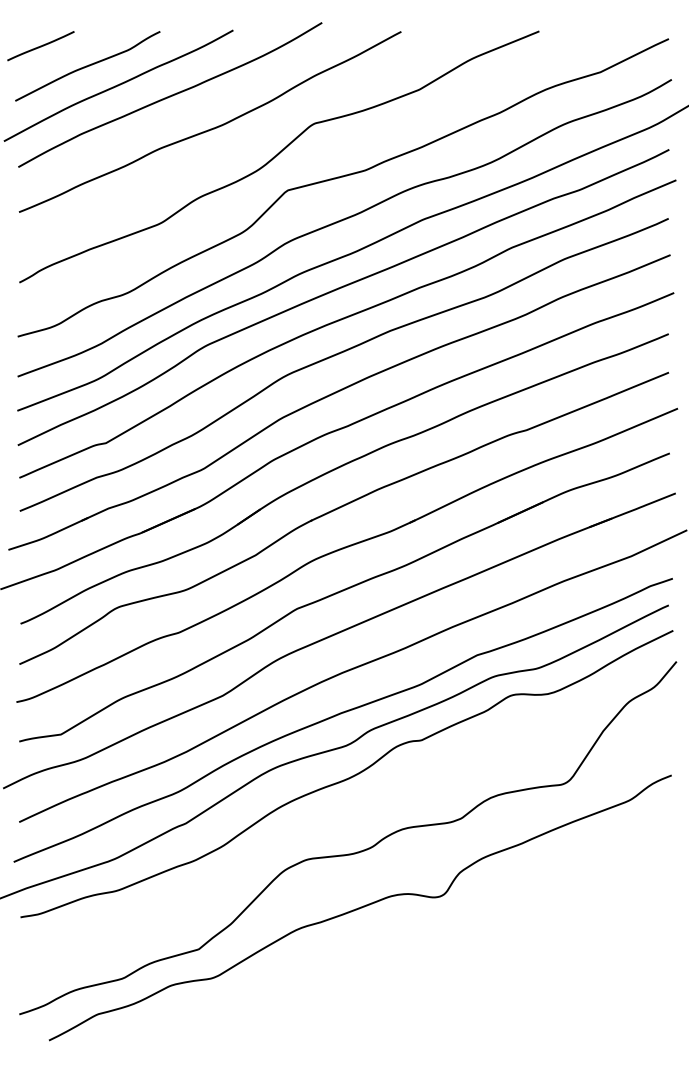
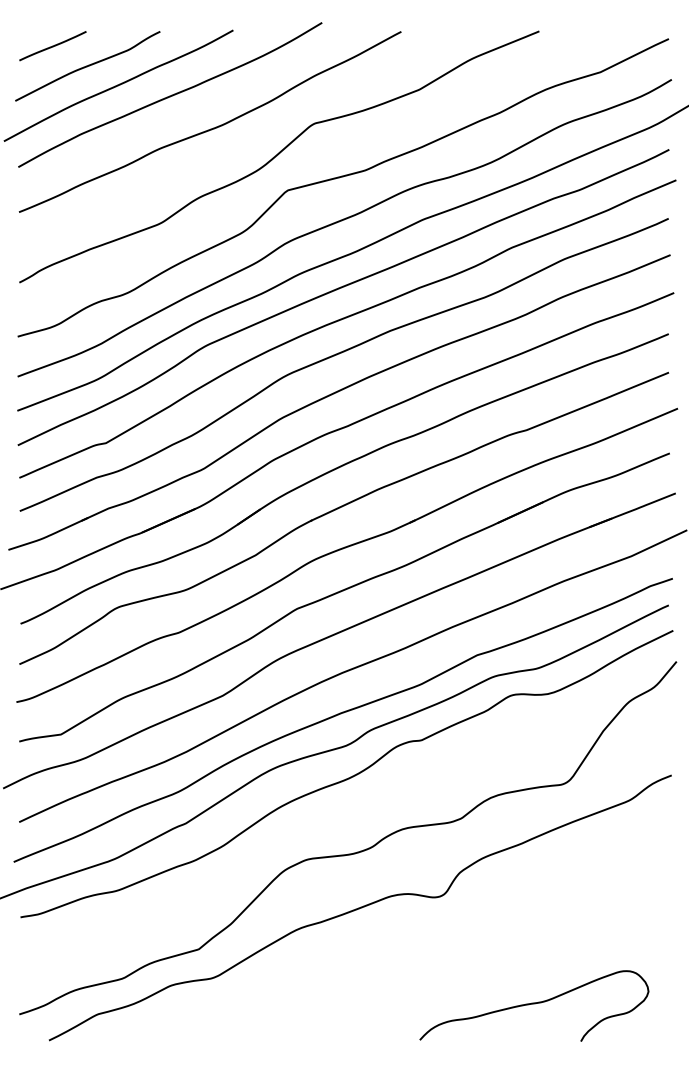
line at (40, 46) position: (40, 46) -> (52, 46)
curve at (534, 1004): none -> present
